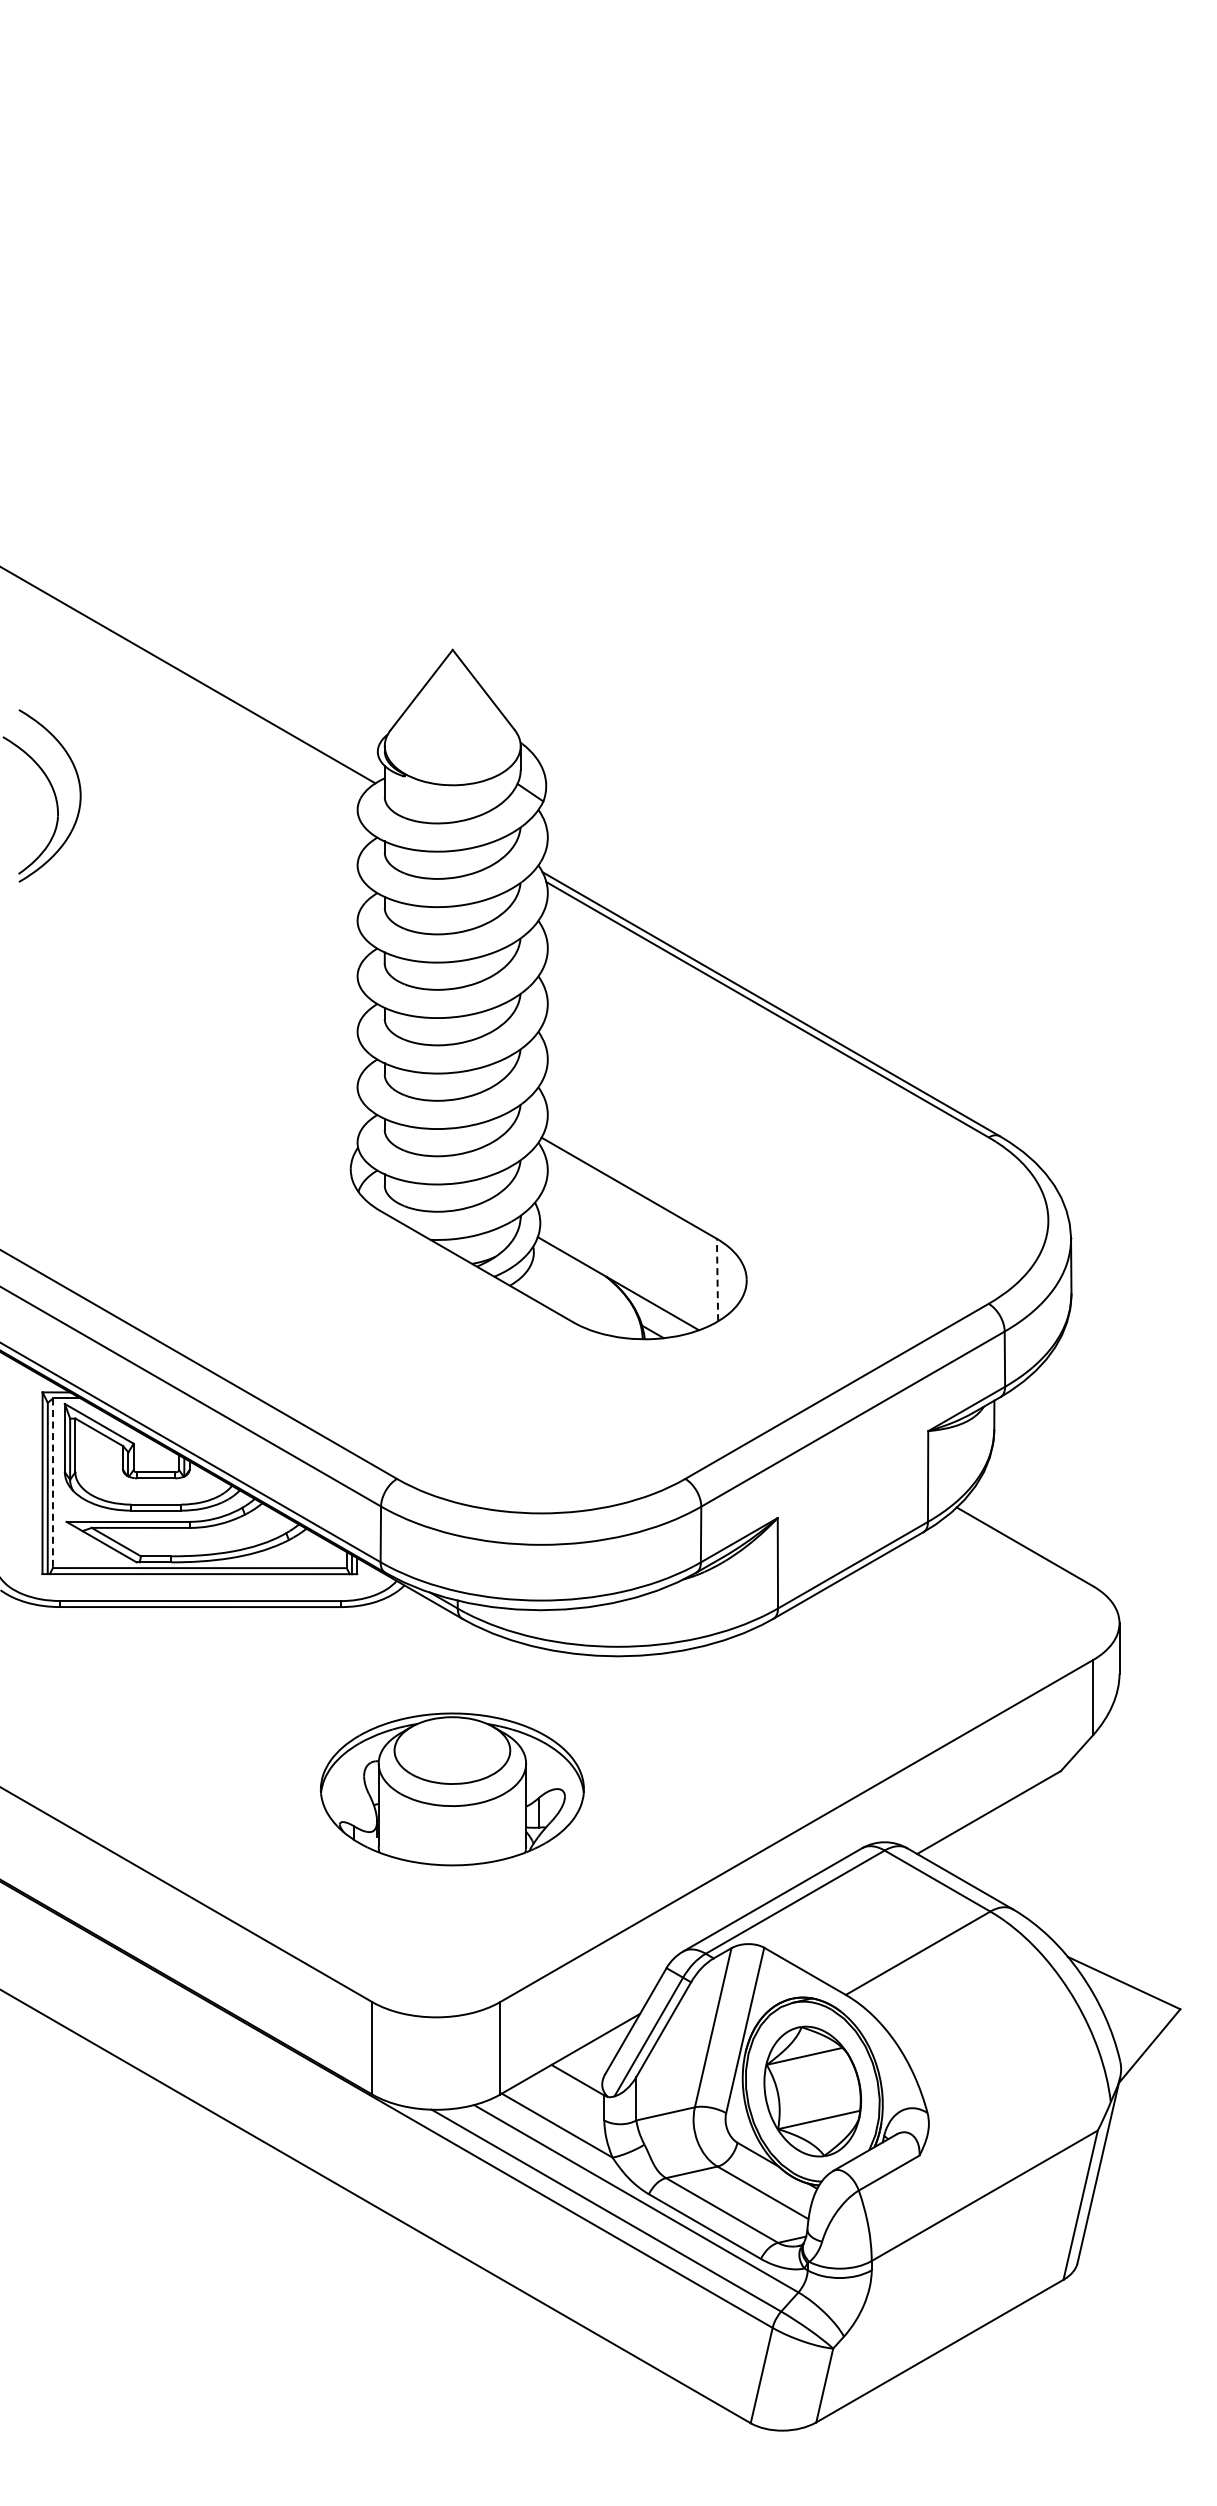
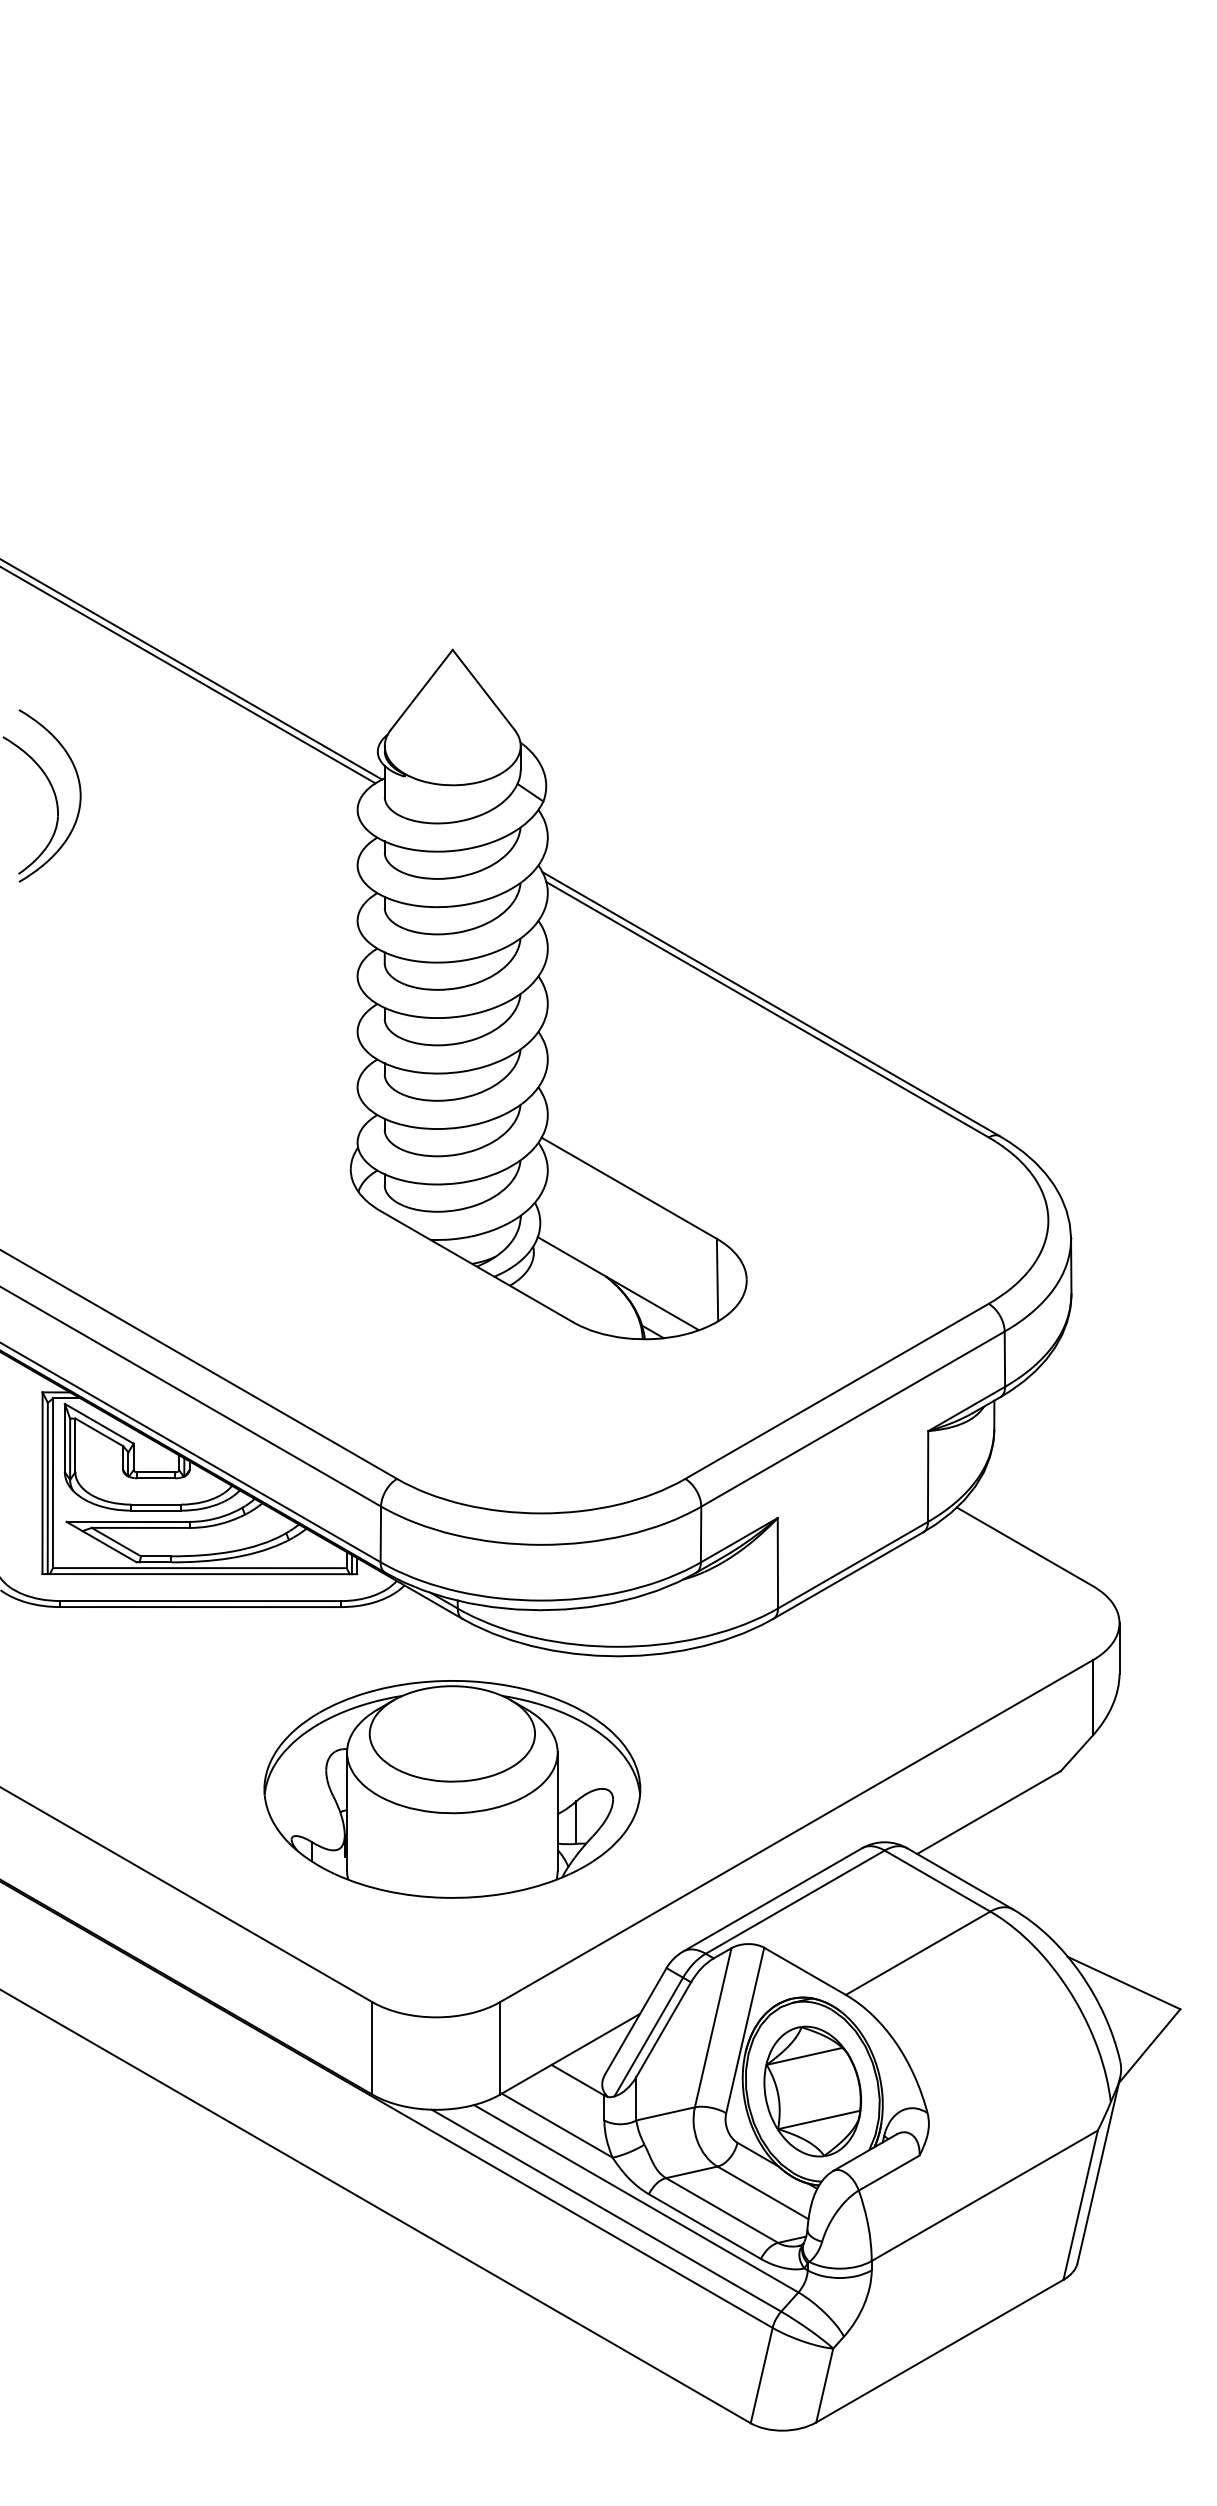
line at (192, 669): none -> present
line at (717, 1279): dashed -> solid
line at (53, 1483): dashed -> solid
part at (452, 1789) size: 265x155 px -> 379x219 px
